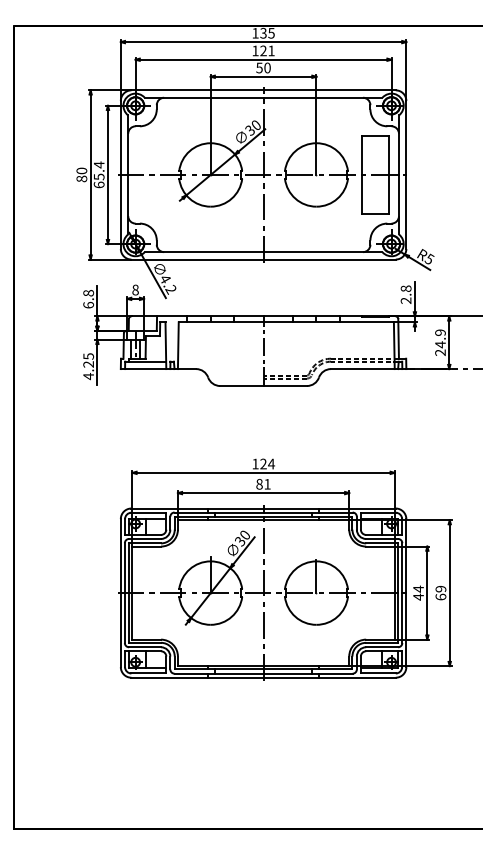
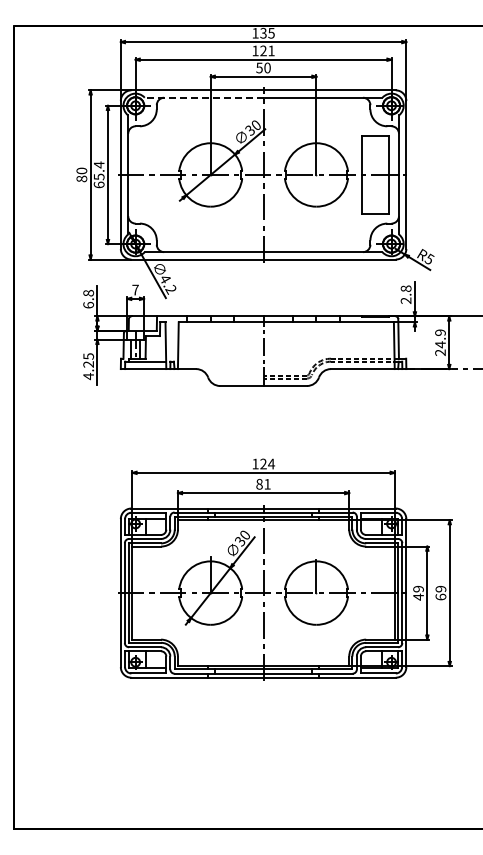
line at (203, 97): solid -> dashed
text at (135, 289): 8 -> 7
text at (418, 588): 44 -> 49
